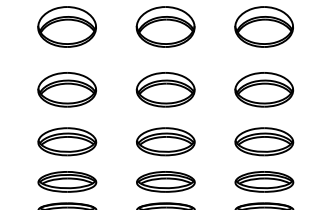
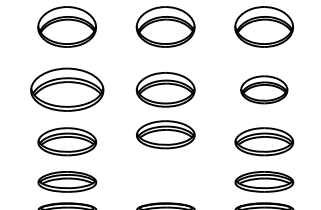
part at (66, 89) size: 60x36 px -> 75x45 px
part at (264, 89) size: 61x36 px -> 49x30 px
part at (165, 141) position: (165, 141) -> (165, 134)
part at (165, 181): present -> none
